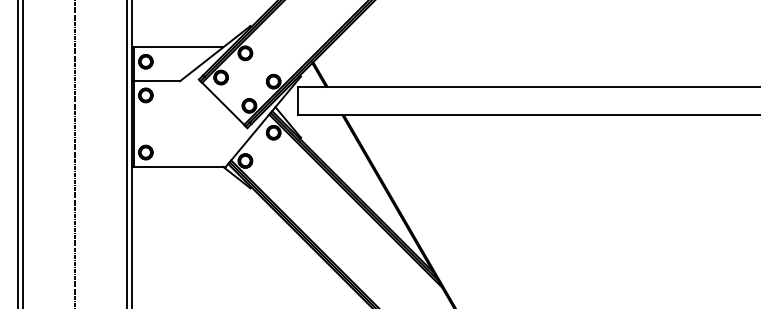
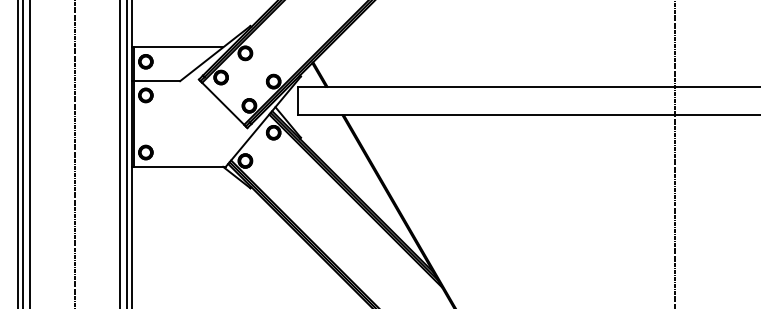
line at (29, 153): none -> present
line at (120, 153): none -> present
line at (675, 153): none -> present
